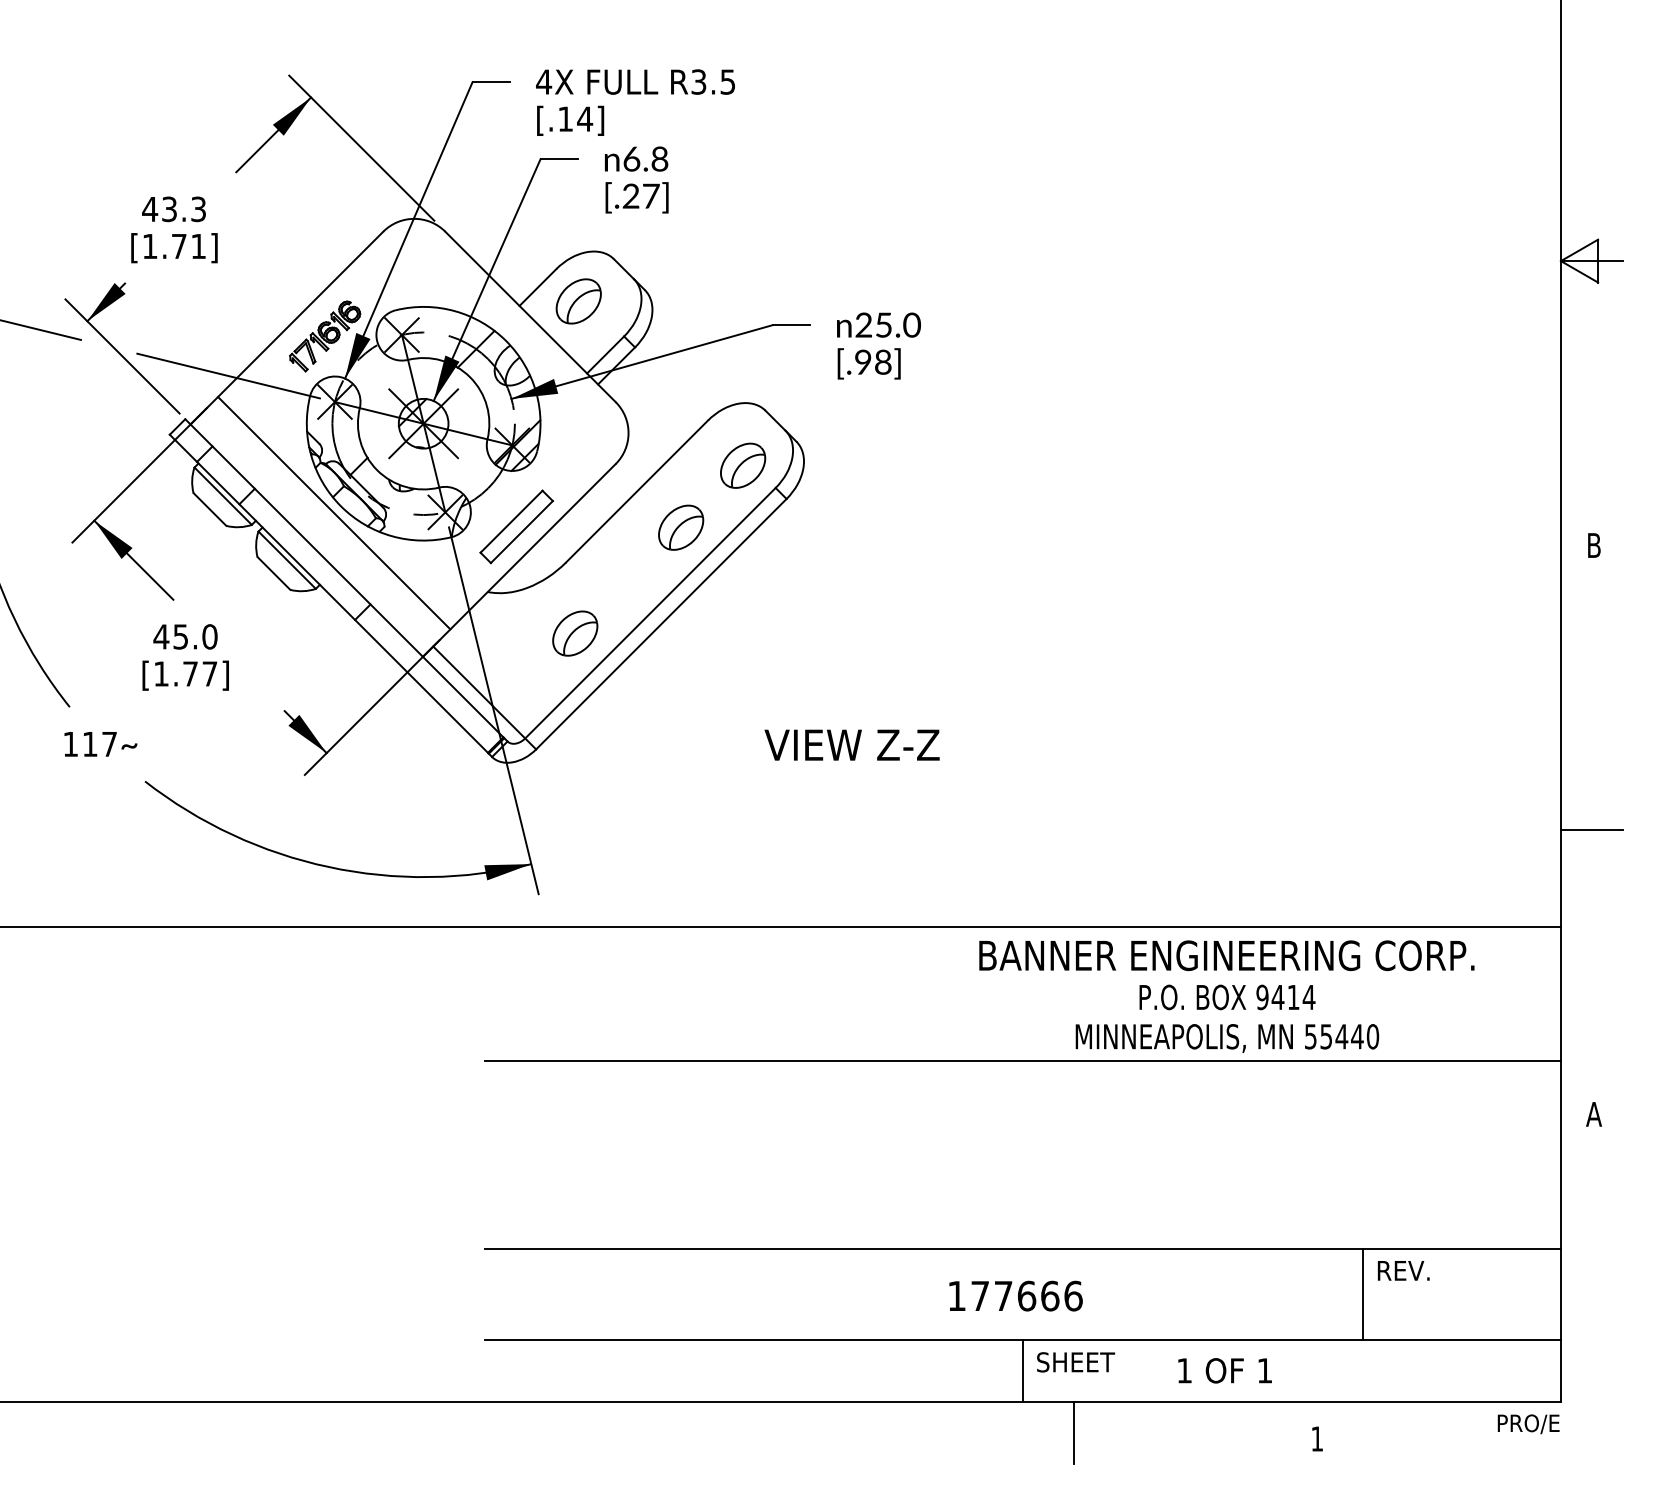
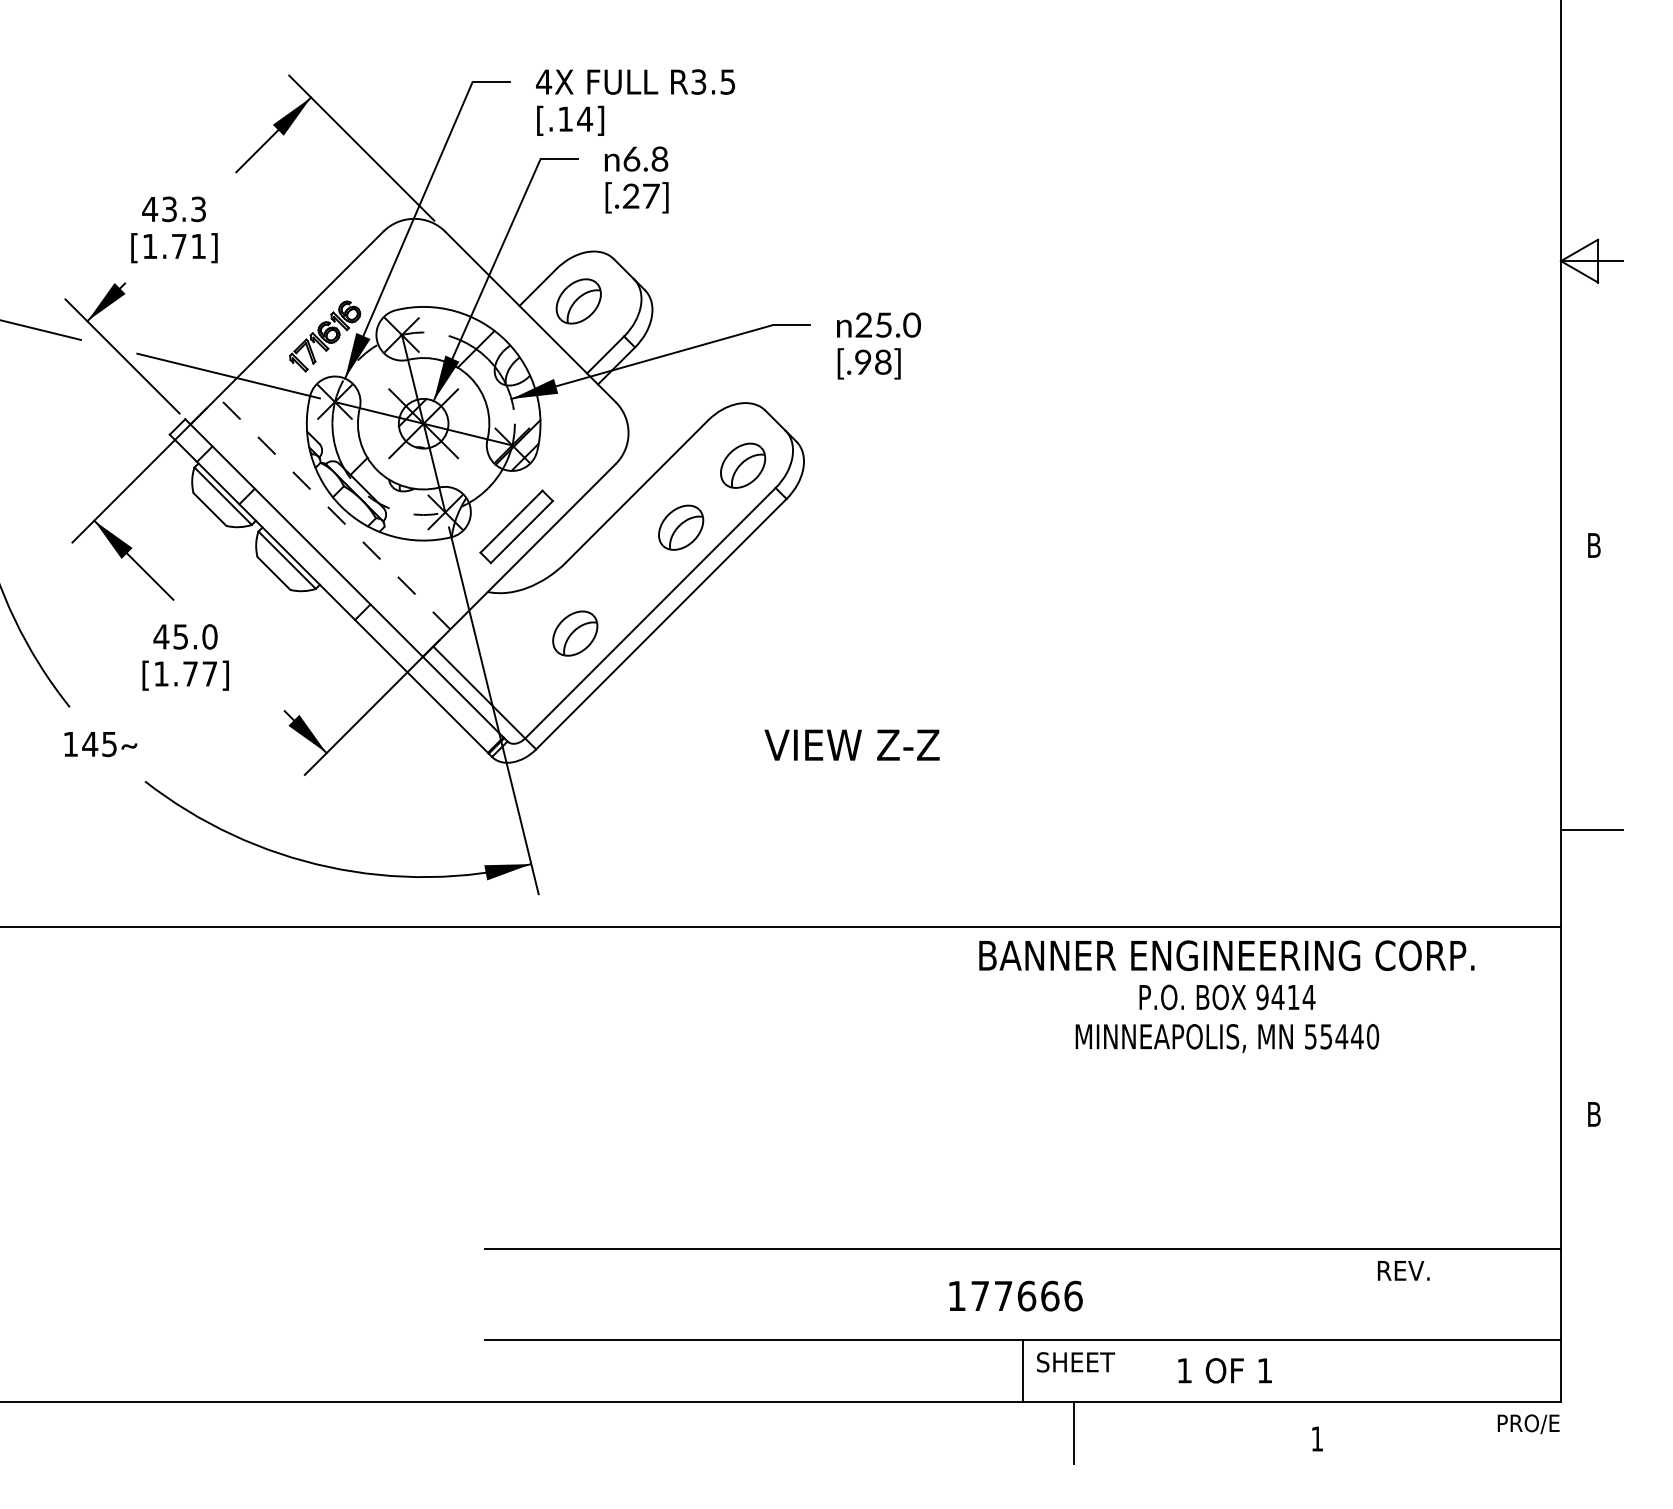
line at (333, 512): solid -> dashed
text at (99, 744): 117 -> 145
line at (1022, 1060): present -> none
text at (1594, 1114): A -> B
line at (1363, 1294): present -> none
